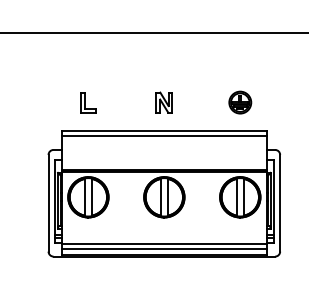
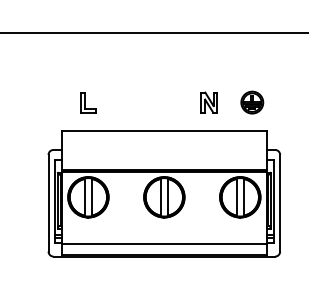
part at (163, 102) position: (163, 102) -> (208, 102)
part at (240, 102) position: (240, 102) -> (252, 102)
line at (164, 136): present -> none
line at (164, 249): present -> none
